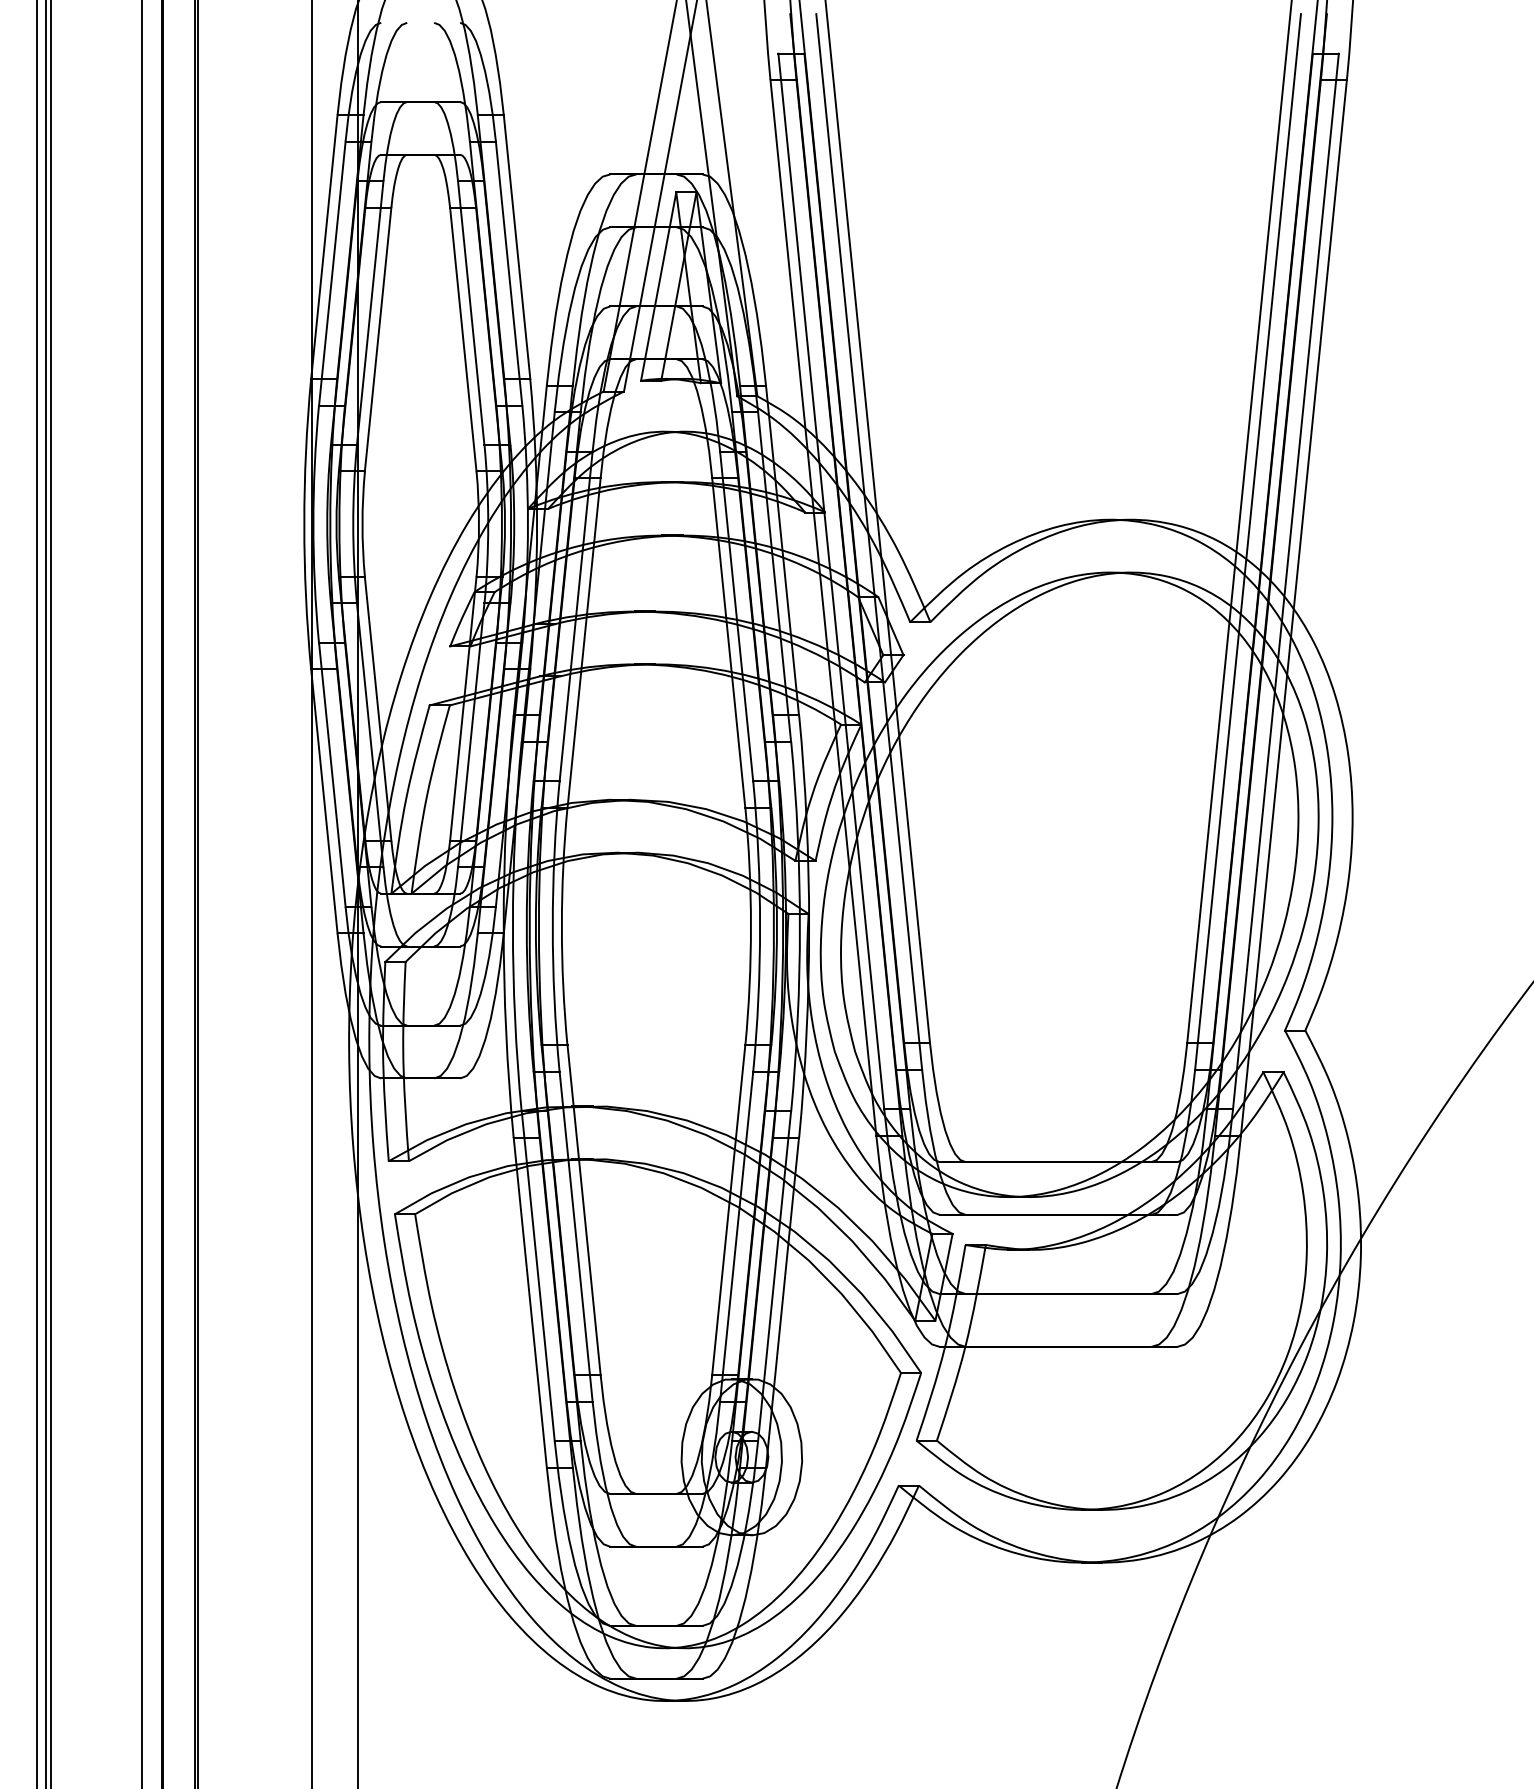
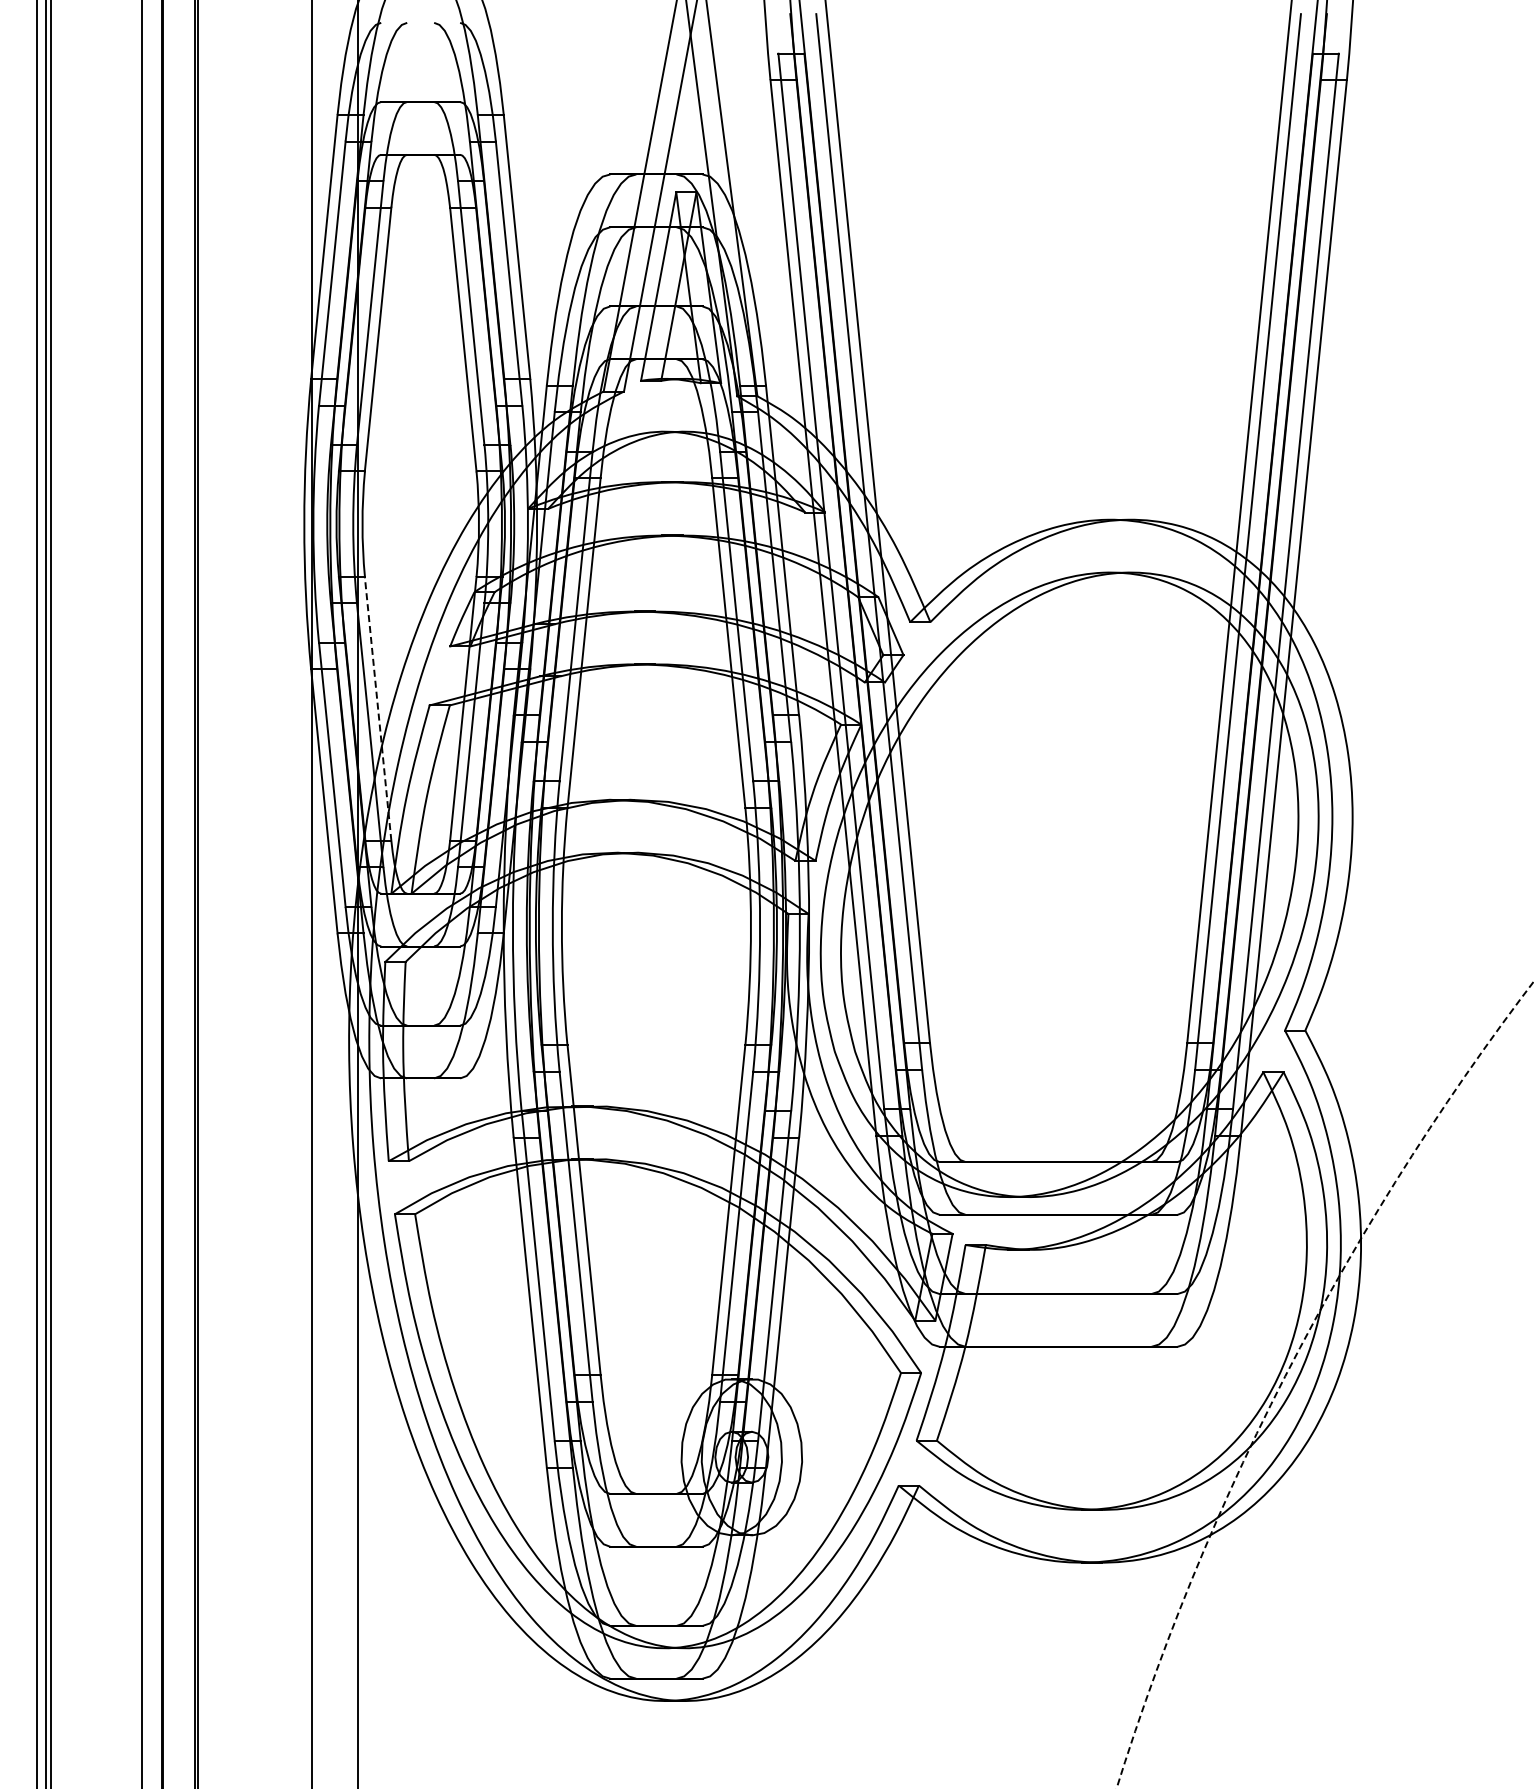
line at (378, 709): solid -> dashed
circle at (1324, 1385): solid -> dashed
